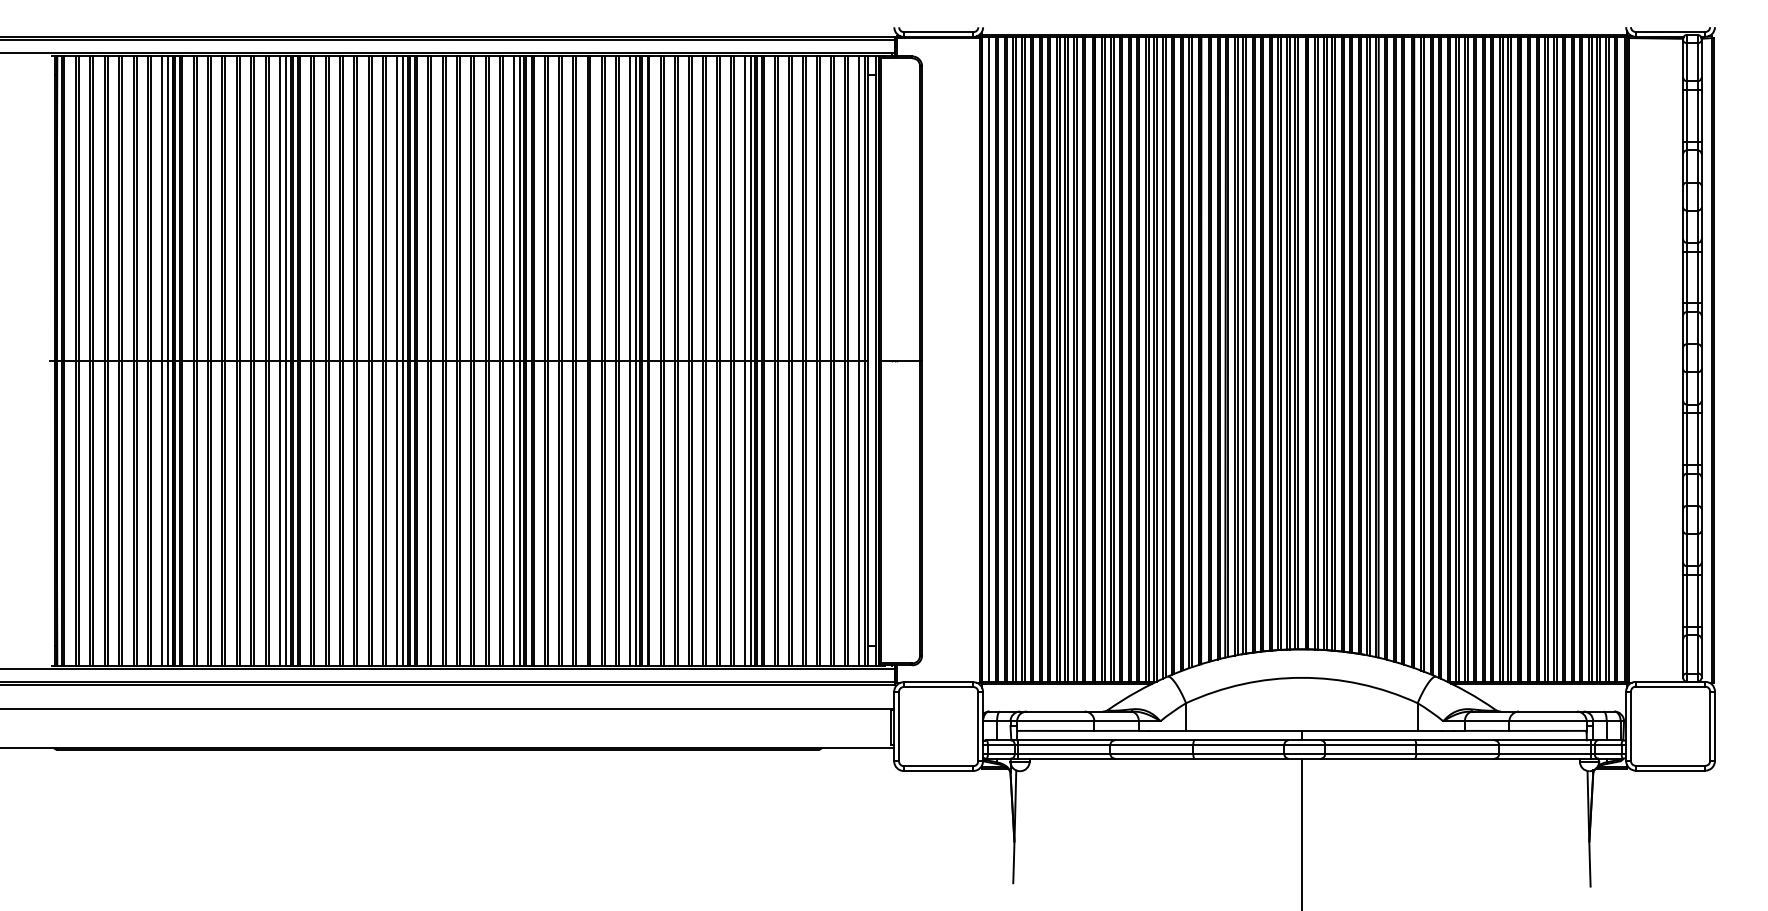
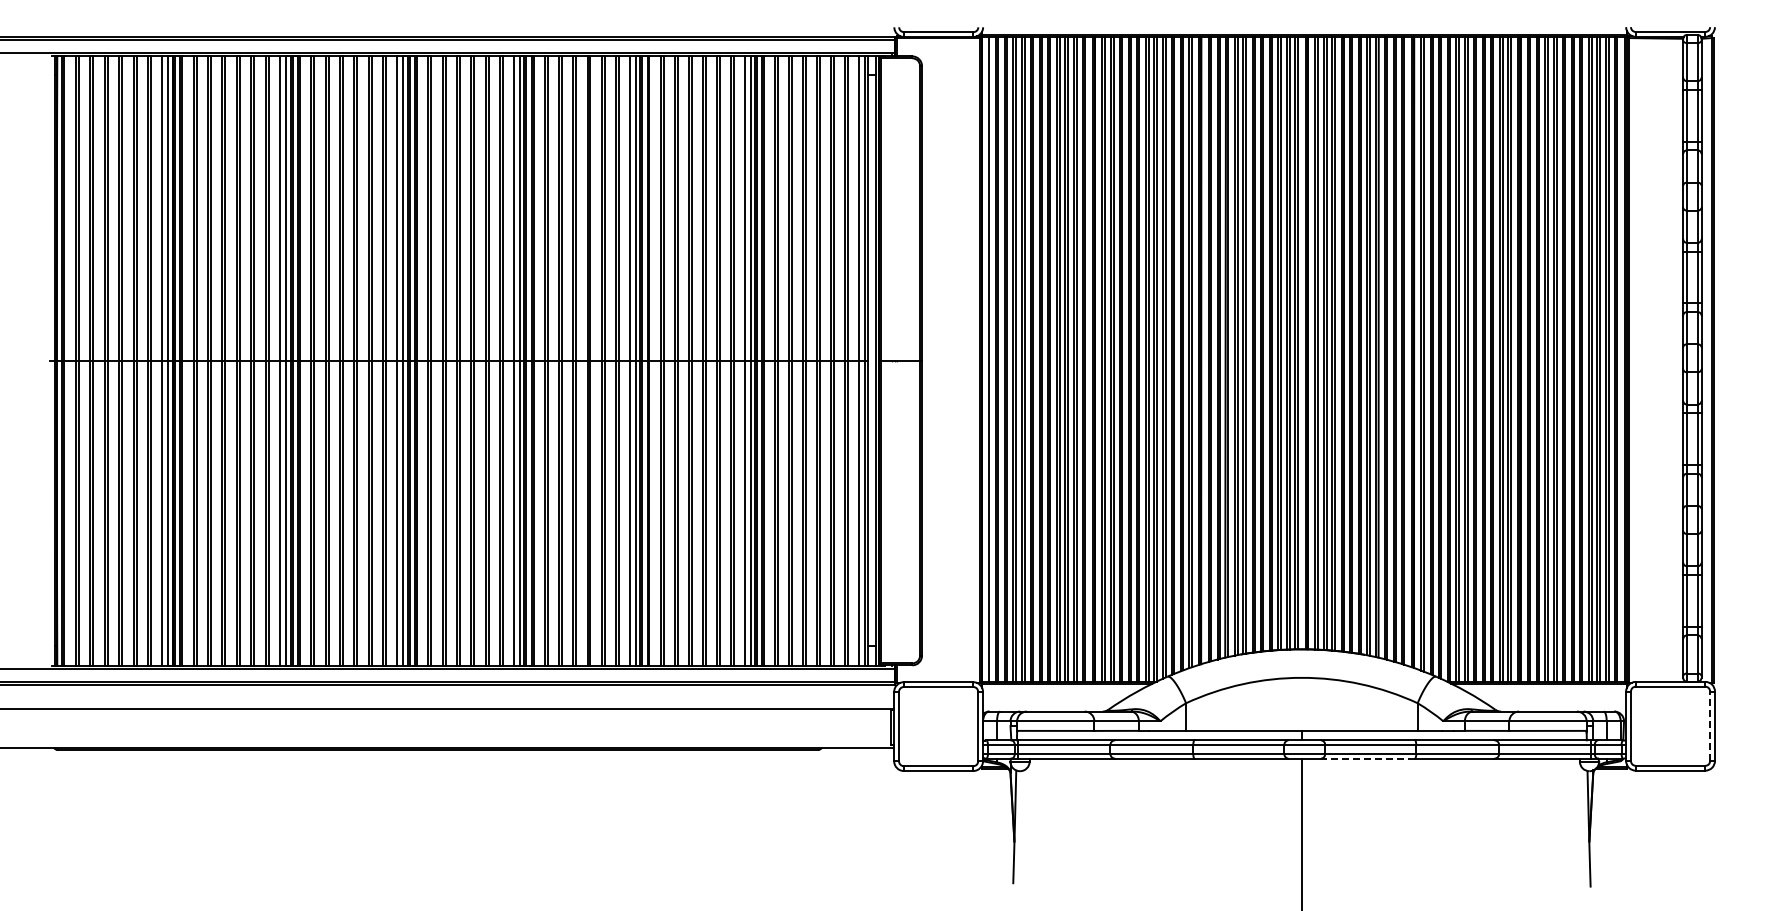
line at (1710, 726): solid -> dashed
line at (1367, 758): solid -> dashed
